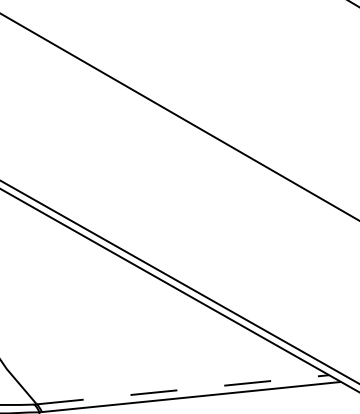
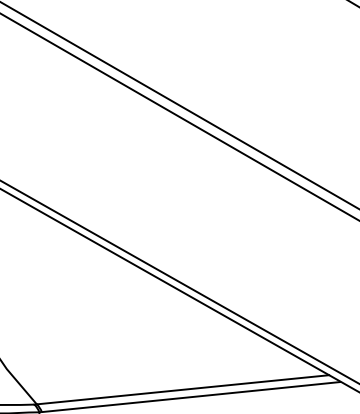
line at (179, 105): none -> present
line at (182, 389): dashed -> solid
